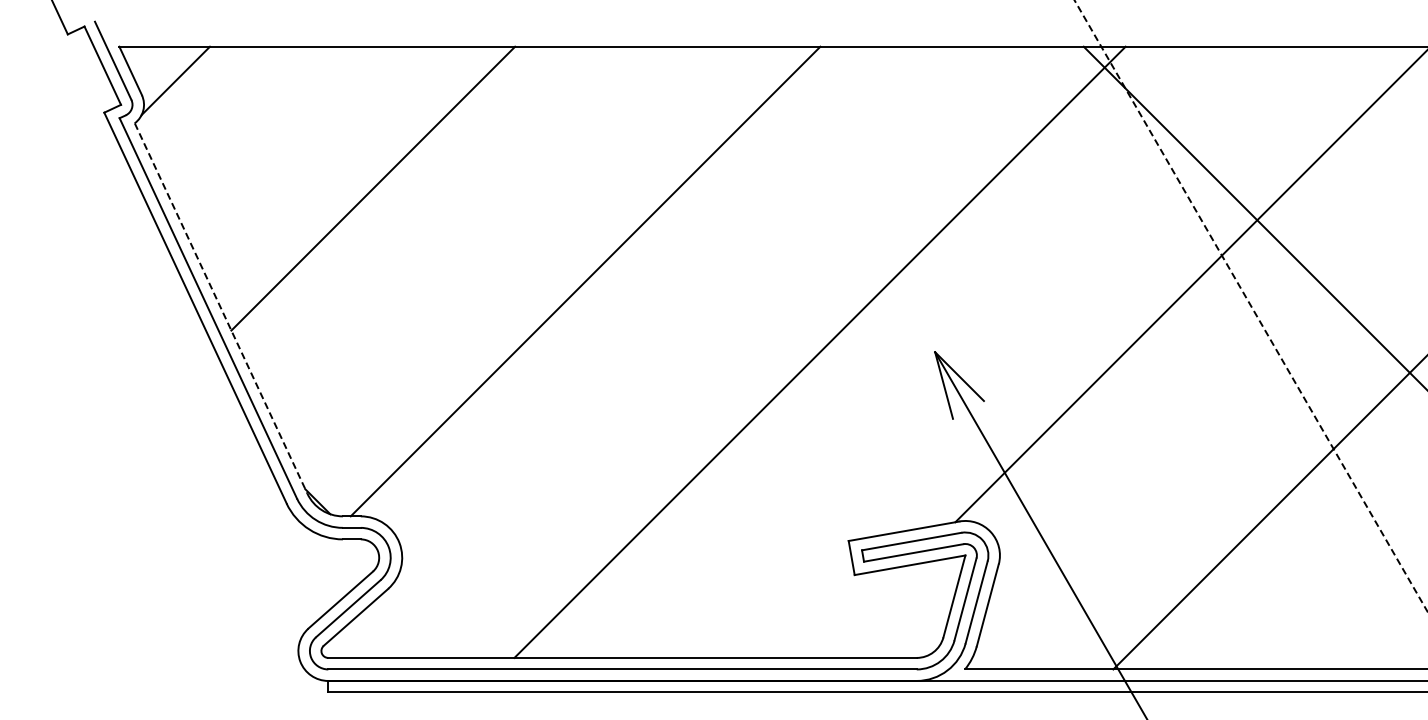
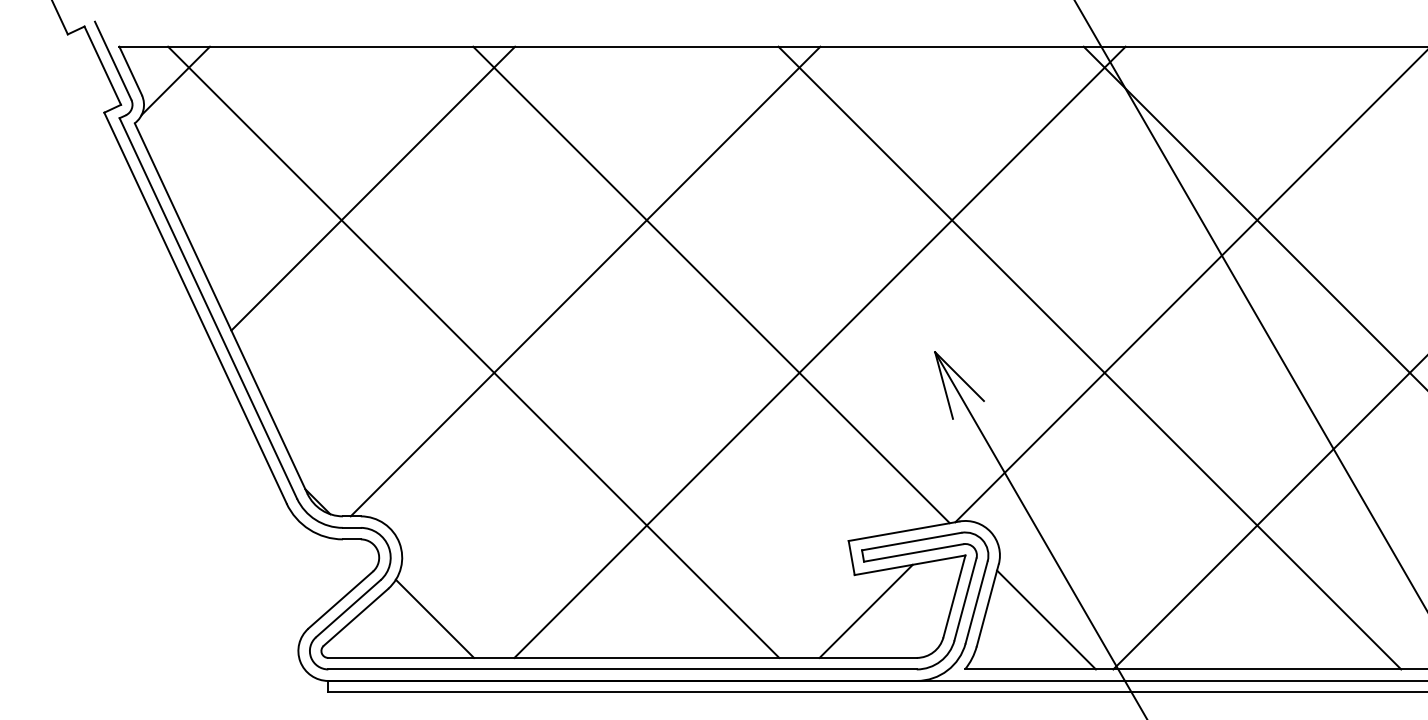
line at (711, 284): none -> present
line at (1251, 306): dashed -> solid
line at (221, 309): dashed -> solid
line at (473, 351): none -> present
line at (1089, 357): none -> present
line at (865, 610): none -> present
line at (434, 618): none -> present
line at (1046, 619): none -> present
